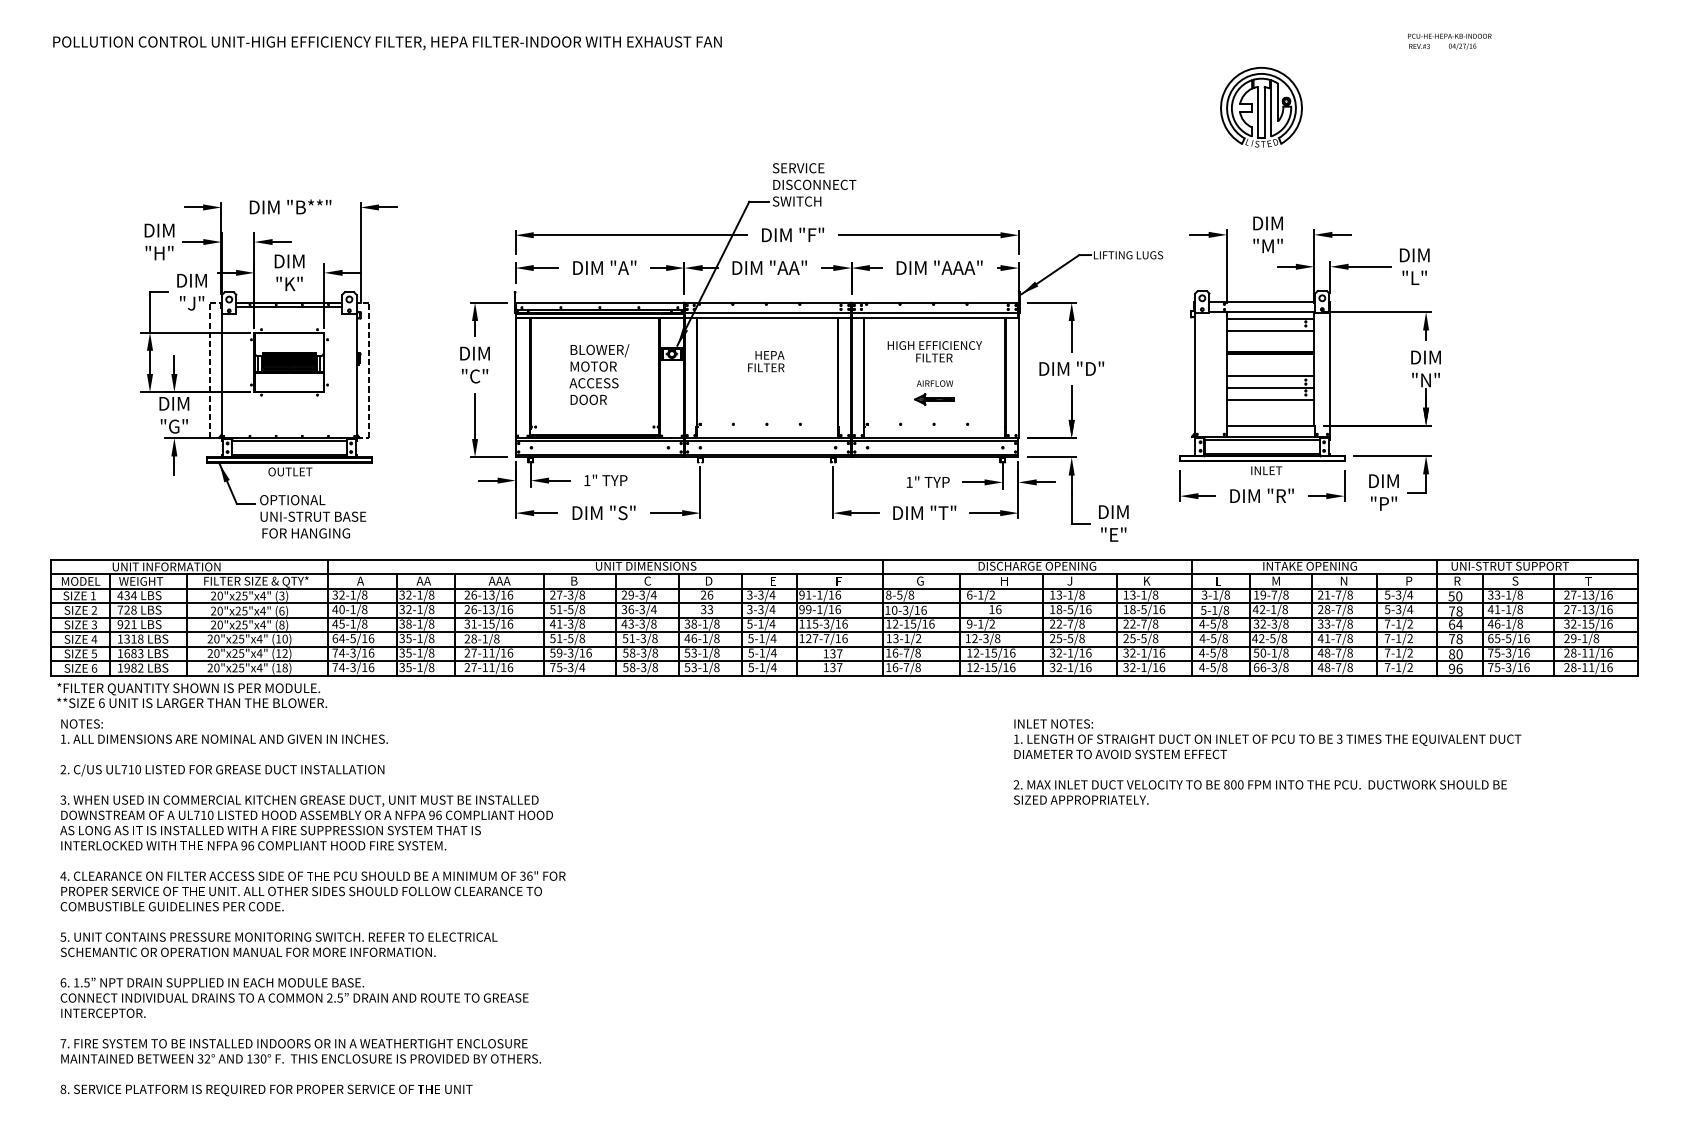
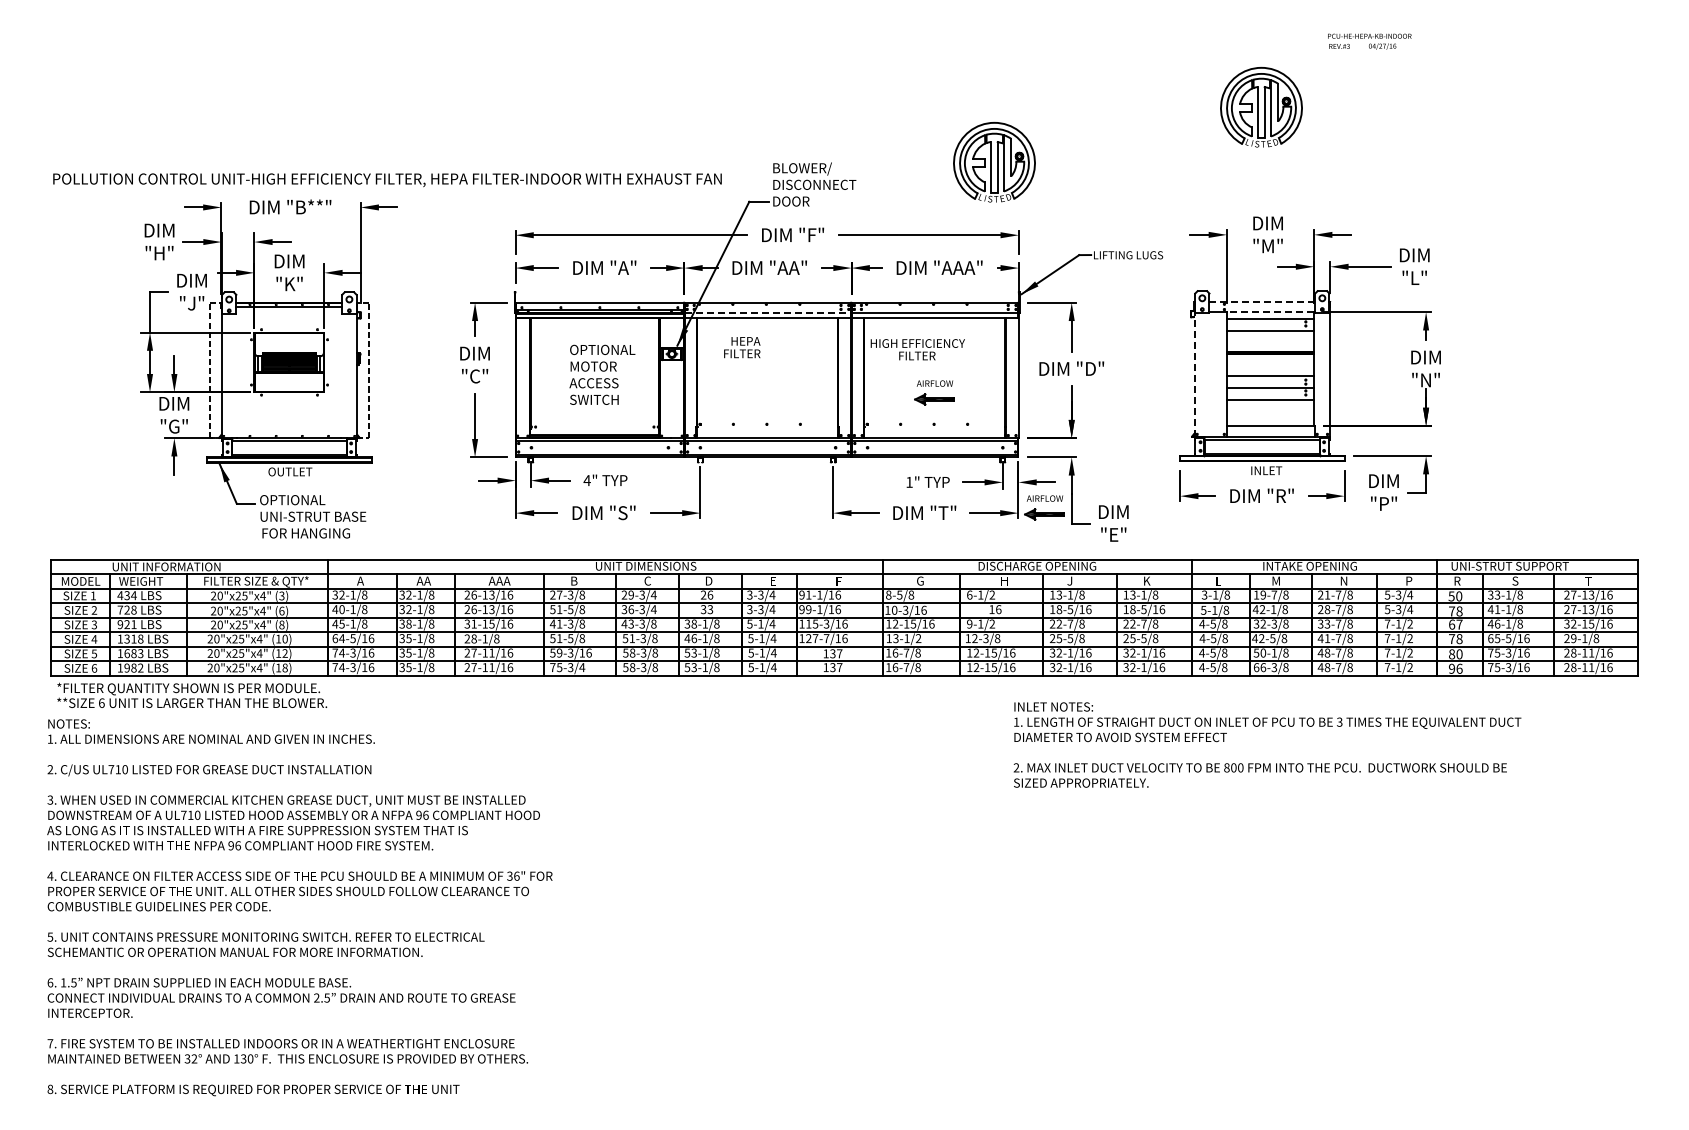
text at (1449, 41) position: (1449, 41) -> (1369, 41)
text at (387, 43) position: (387, 43) -> (387, 180)
part at (994, 162): none -> present
text at (801, 168): SERVICE -> BLOWER/
text at (796, 201): SWITCH -> DOOR
line at (1262, 301): solid -> dashed
line at (768, 312): solid -> dashed
line at (1270, 312): solid -> dashed
text at (602, 350): BLOWER/ -> OPTIONAL
text at (934, 351) position: (934, 351) -> (917, 349)
text at (766, 361) position: (766, 361) -> (742, 347)
line at (1194, 374): solid -> dashed
text at (594, 399): DOOR -> SWITCH
text at (586, 480): 1" -> 4"
part at (1044, 507): none -> present
text at (1459, 624): 64 -> 67
text at (1267, 761) position: (1267, 761) -> (1267, 744)
text at (312, 907) position: (312, 907) -> (299, 907)
